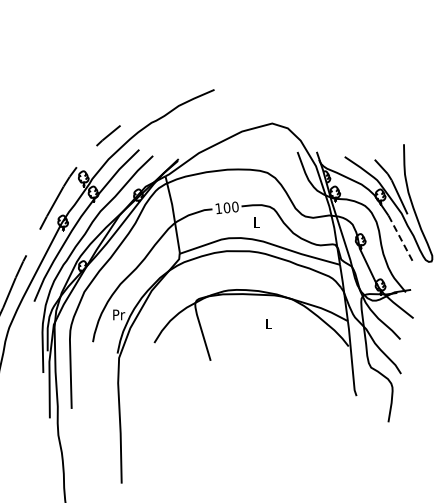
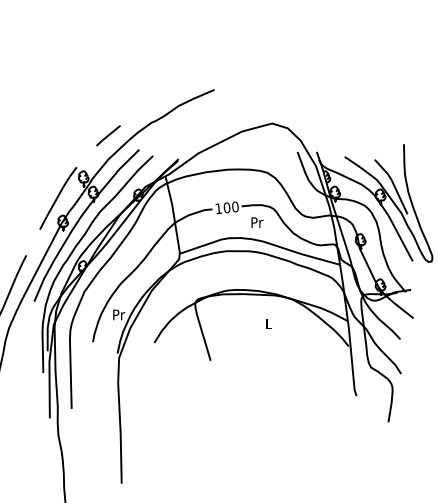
text at (257, 222): L -> Pr
line at (400, 238): dashed -> solid
